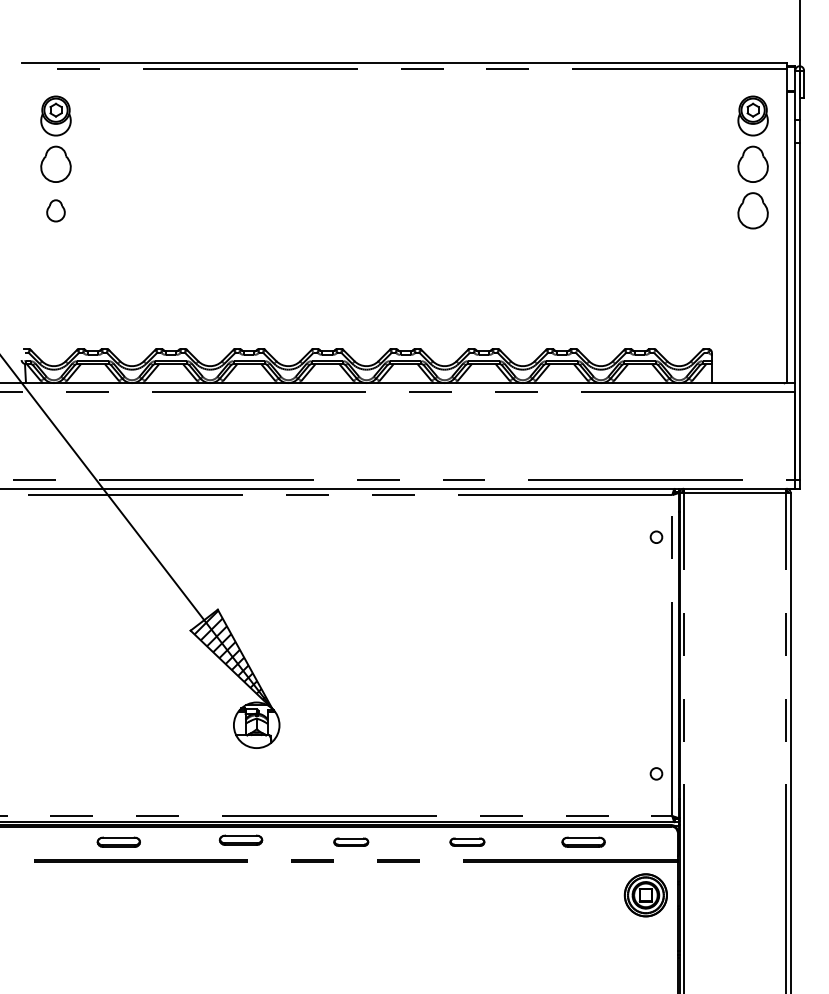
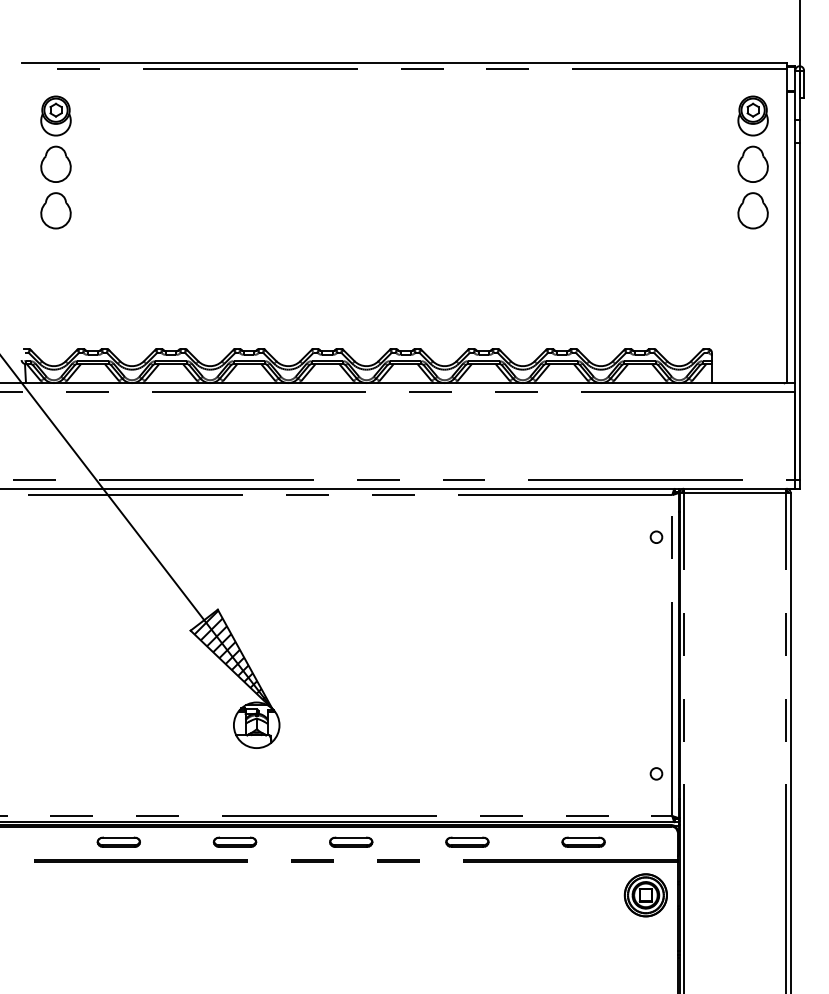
part at (55, 210) size: 20x24 px -> 32x38 px
part at (240, 839) position: (240, 839) -> (234, 841)
part at (351, 841) size: 37x10 px -> 45x12 px
part at (467, 841) size: 37x10 px -> 45x12 px
